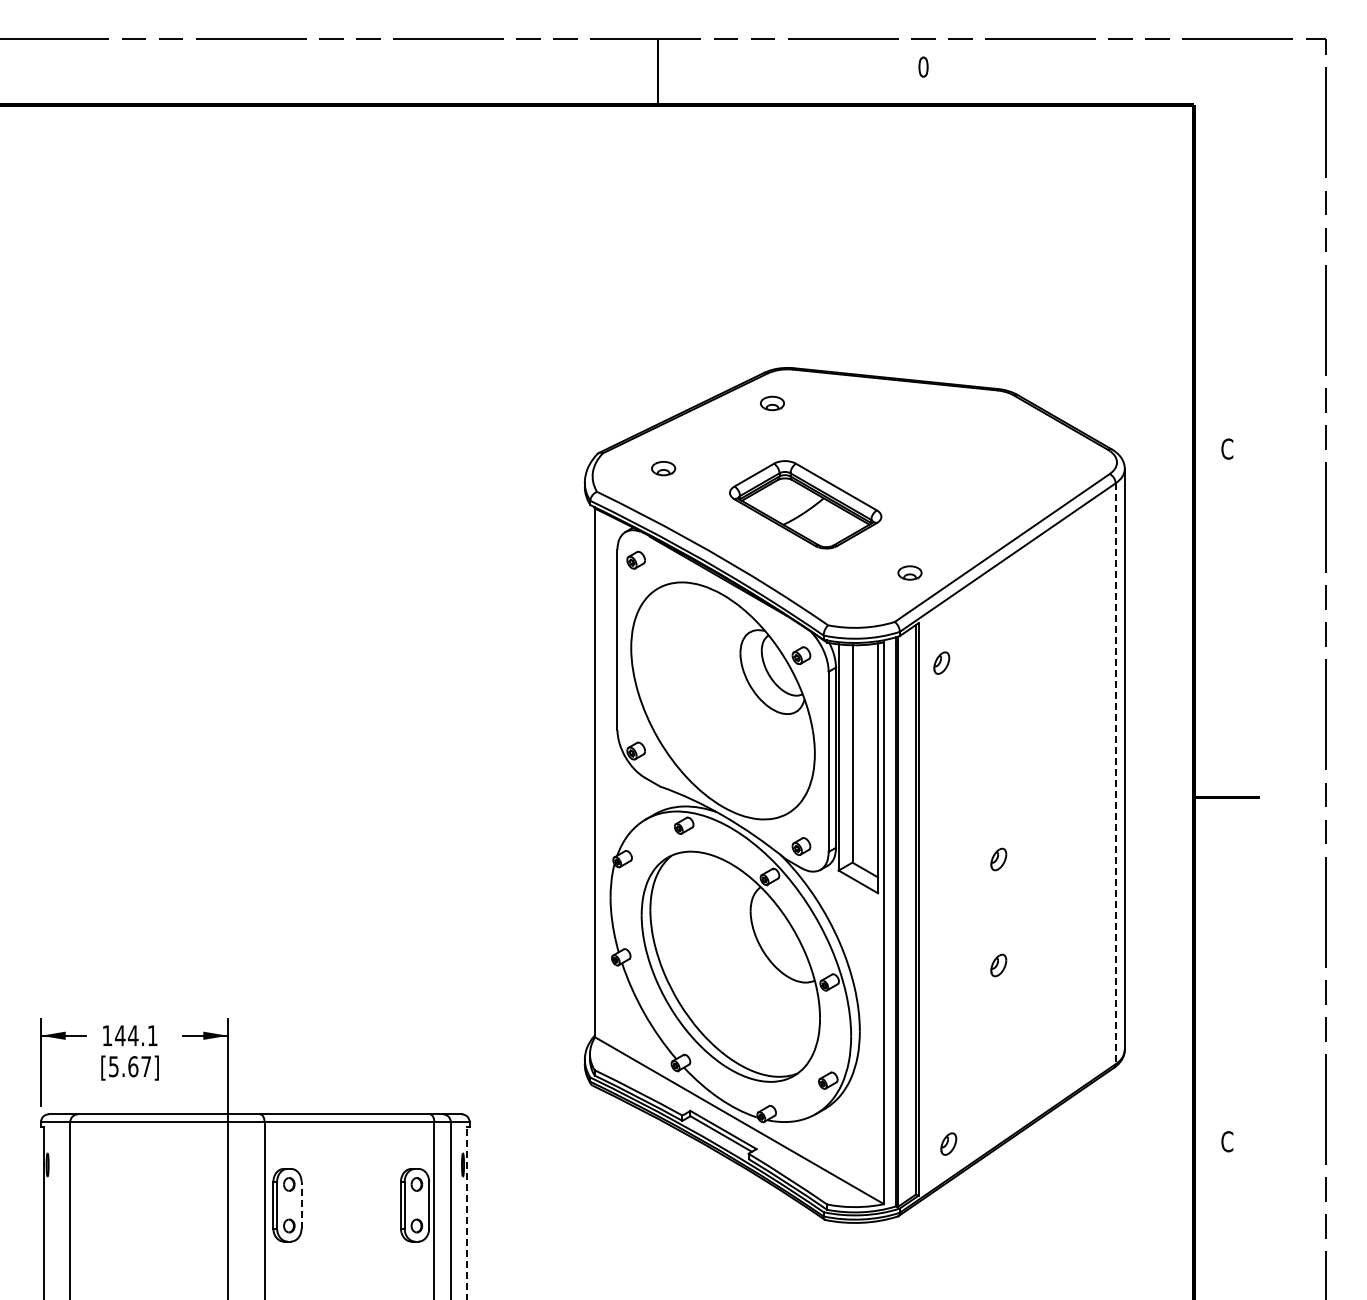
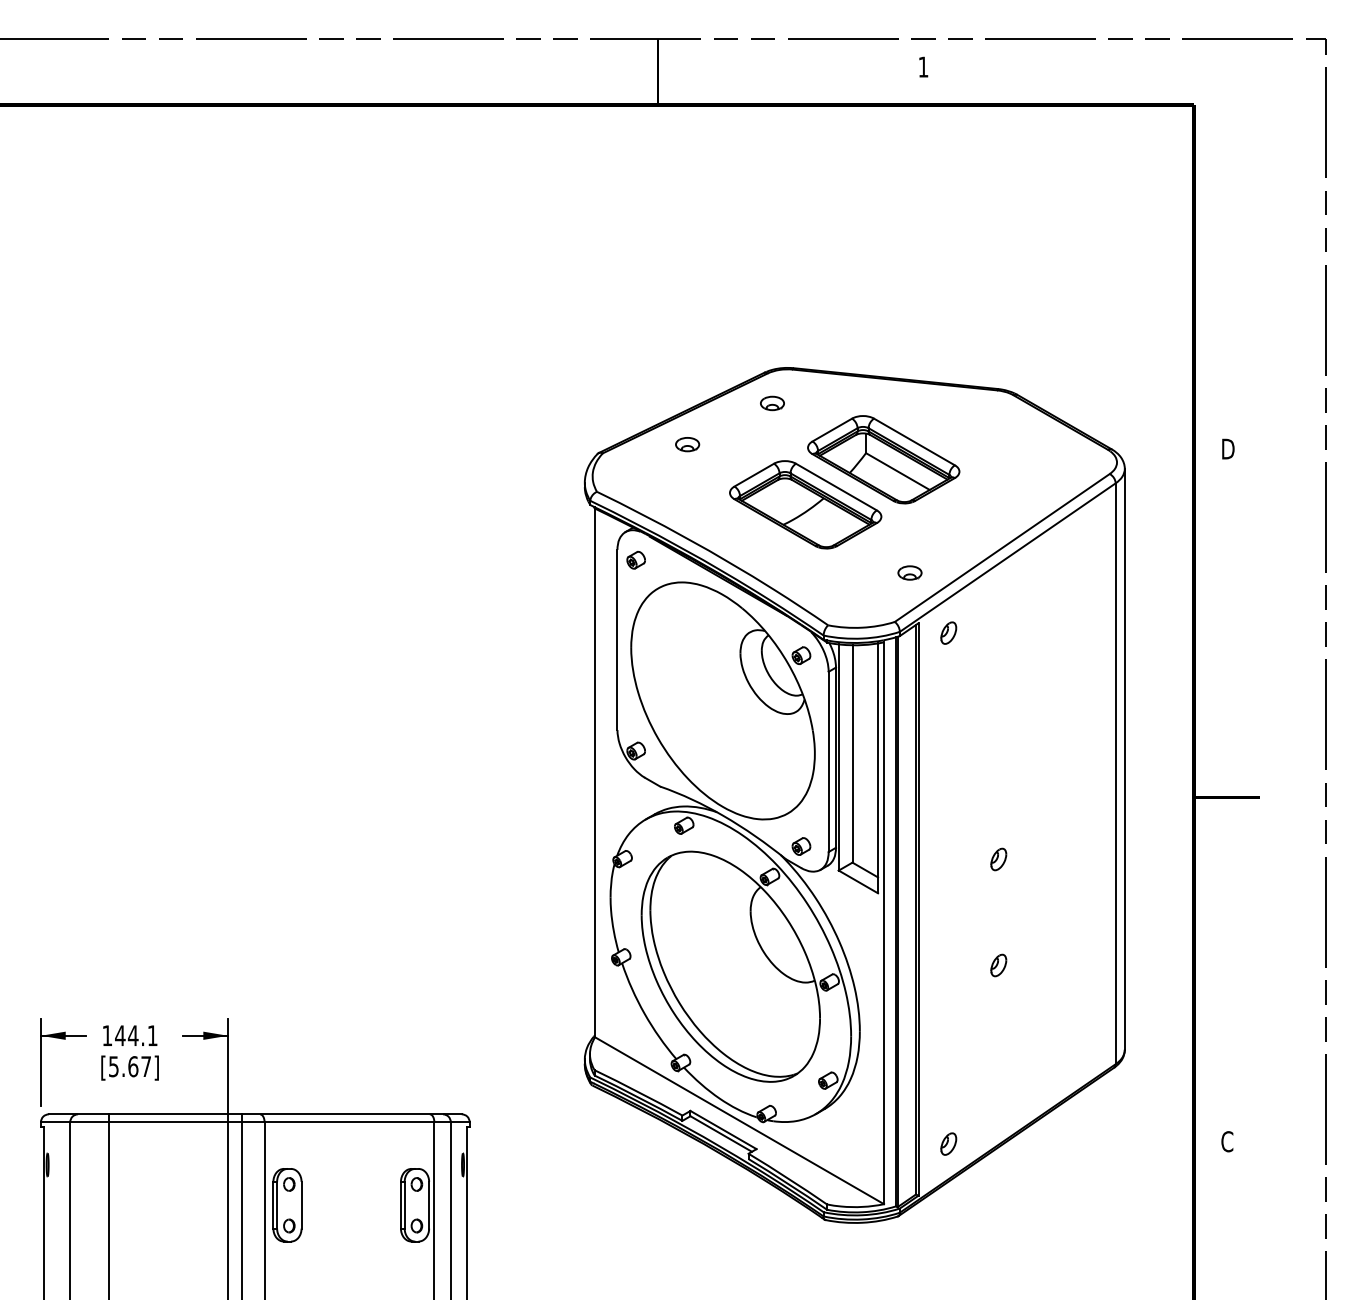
text at (923, 66): 0 -> 1
text at (1227, 448): C -> D
part at (883, 459): none -> present
part at (663, 468) position: (663, 468) -> (687, 444)
part at (941, 662) position: (941, 662) -> (948, 632)
line at (1115, 774): dashed -> solid
line at (301, 1204): dashed -> solid
line at (109, 1205): none -> present
line at (242, 1205): none -> present
line at (467, 1213): dashed -> solid
